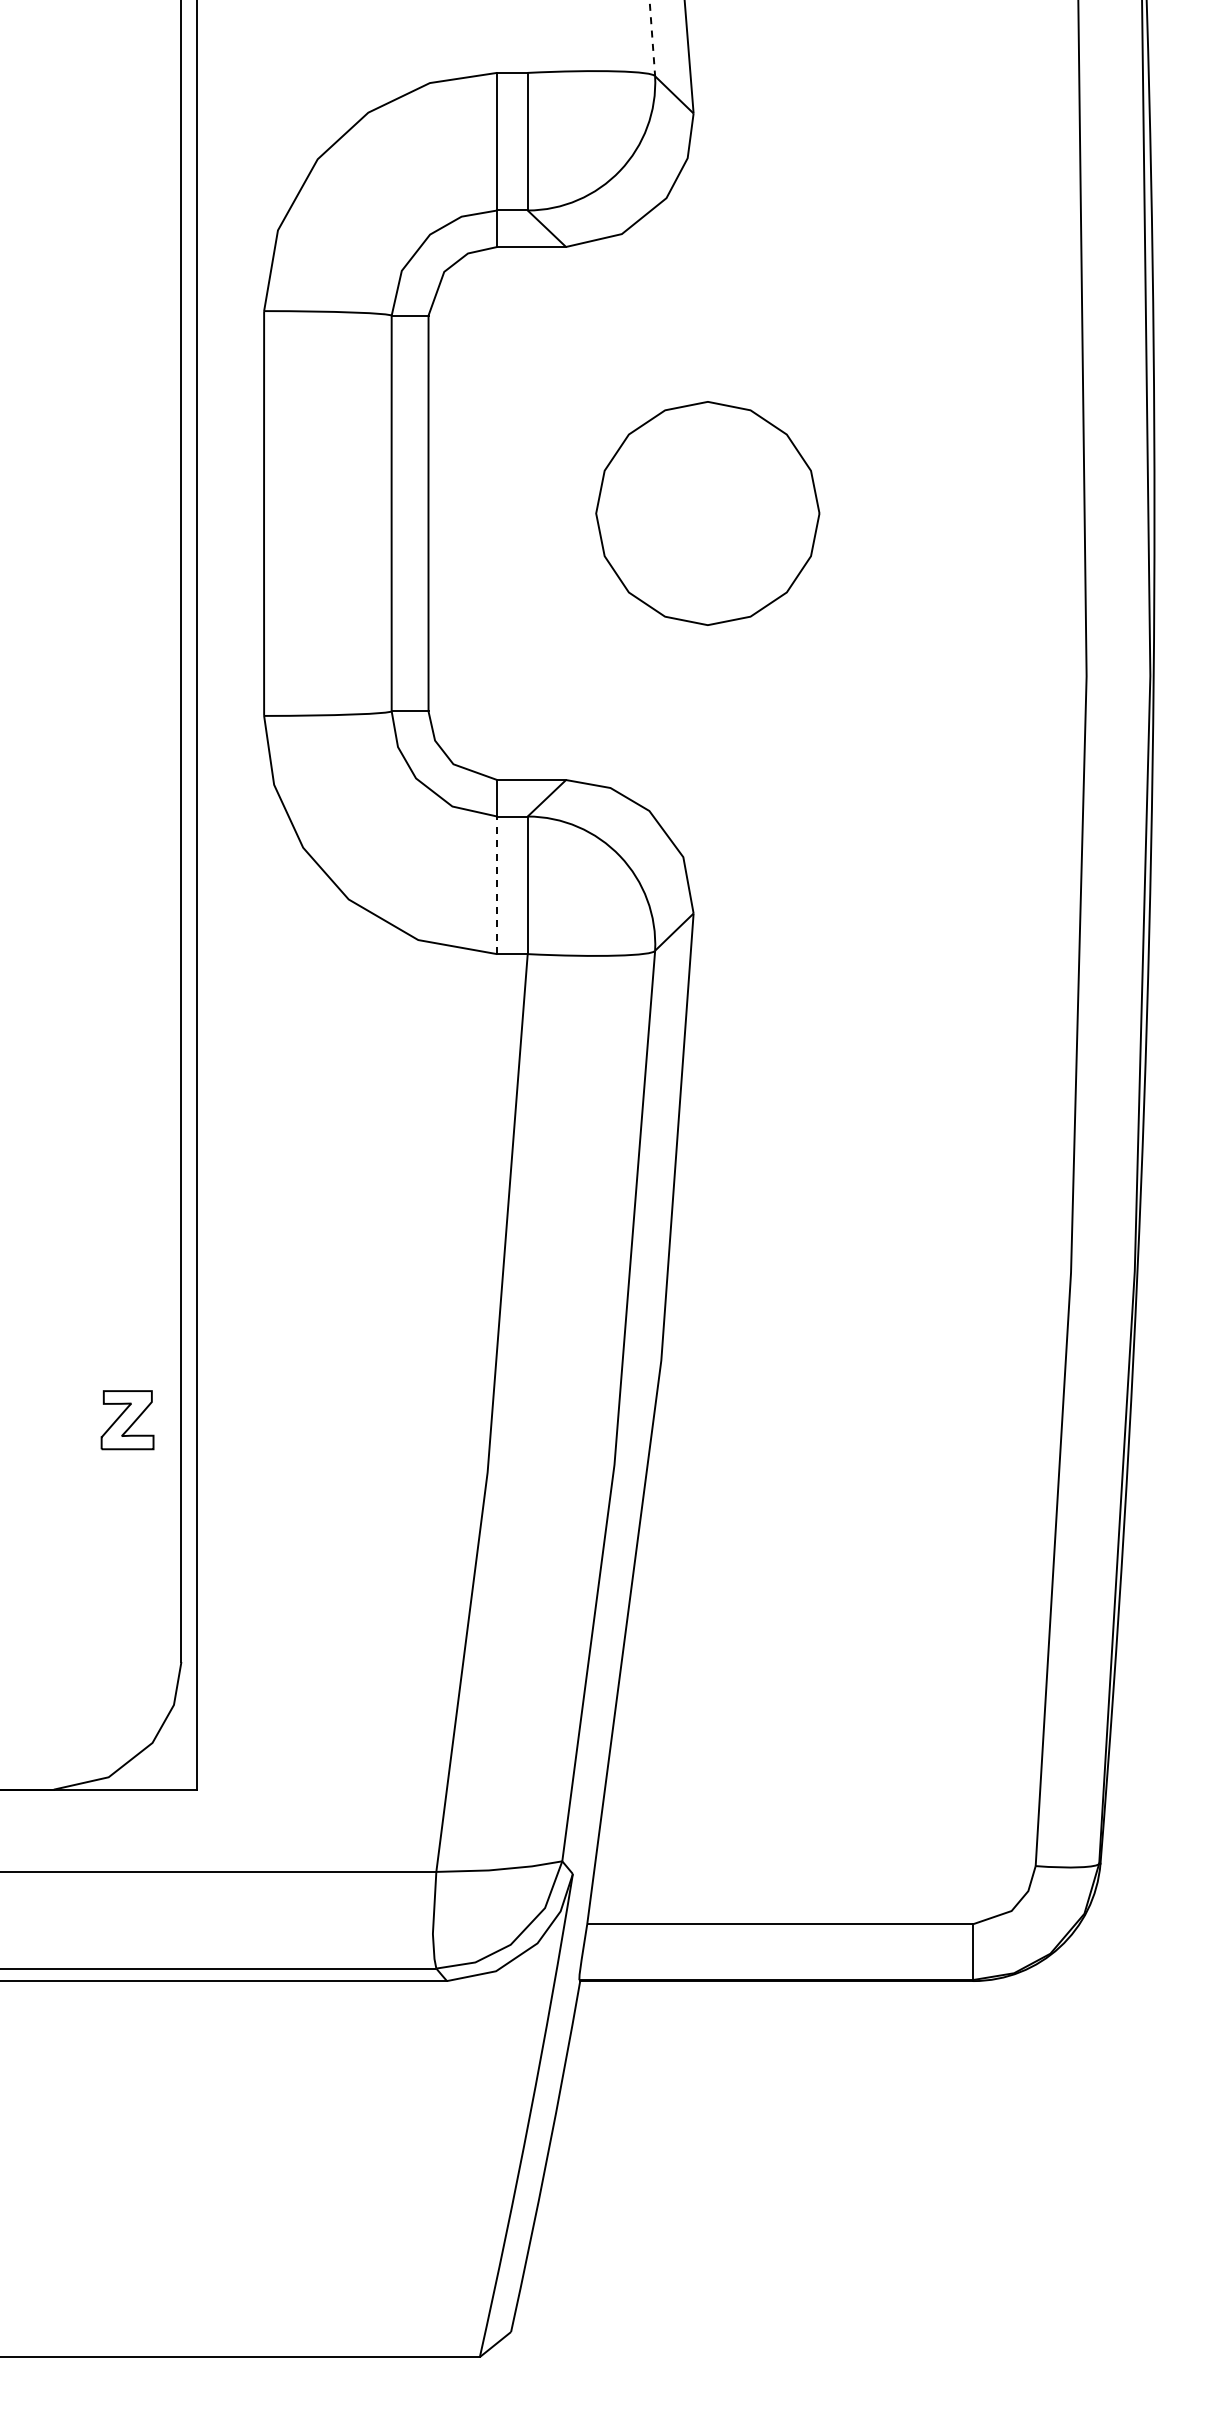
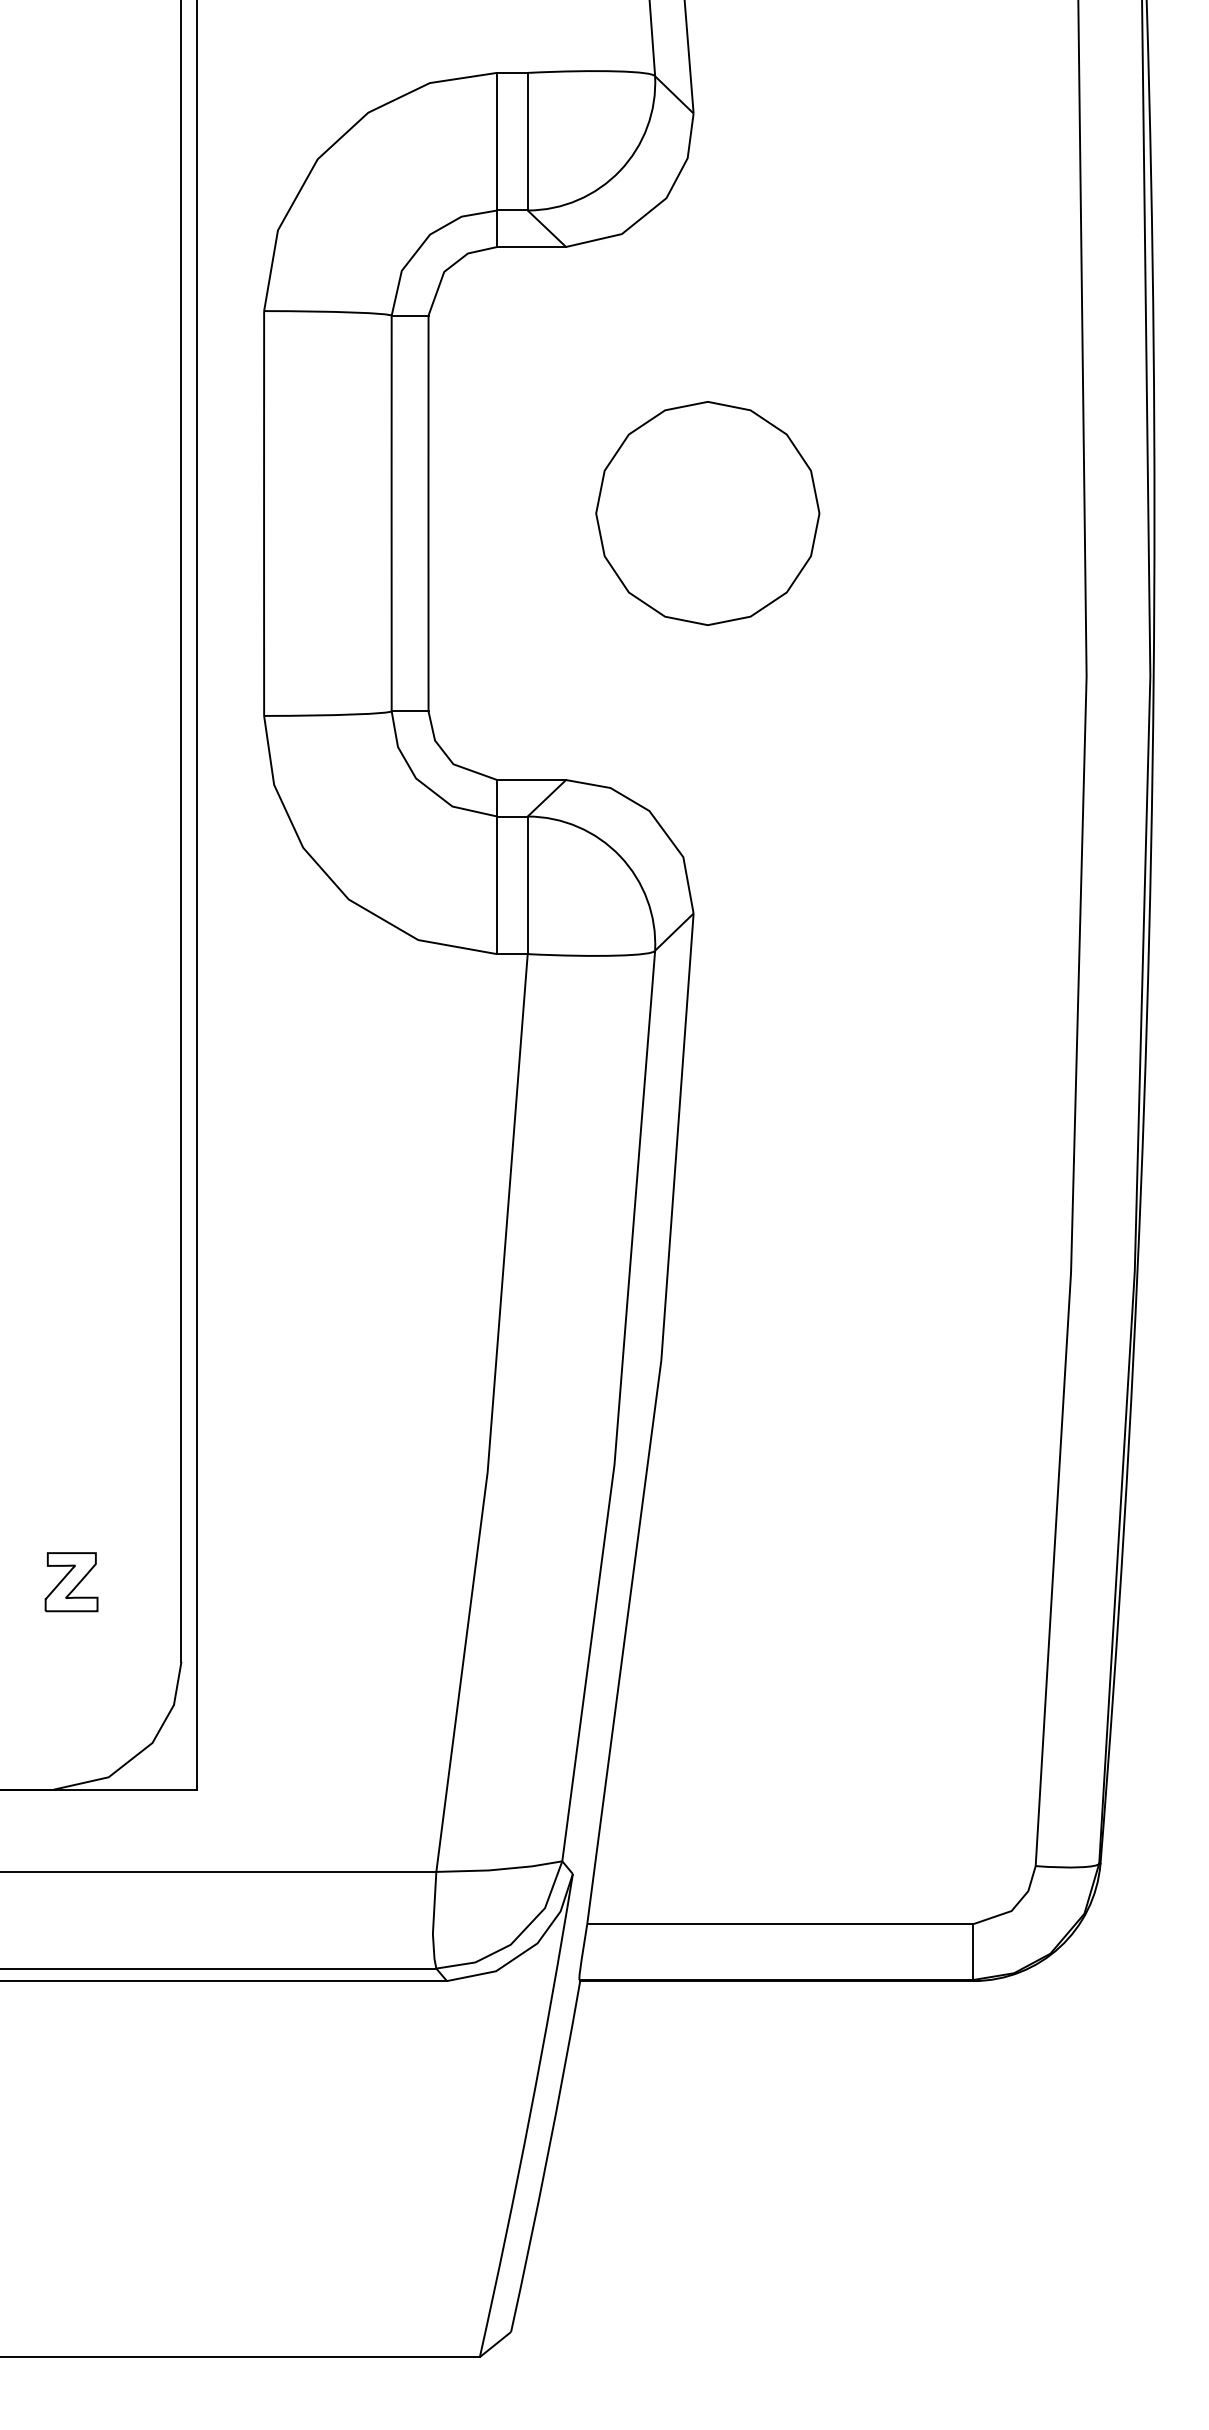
line at (652, 38): dashed -> solid
line at (497, 885): dashed -> solid
part at (127, 1420) position: (127, 1420) -> (71, 1582)
